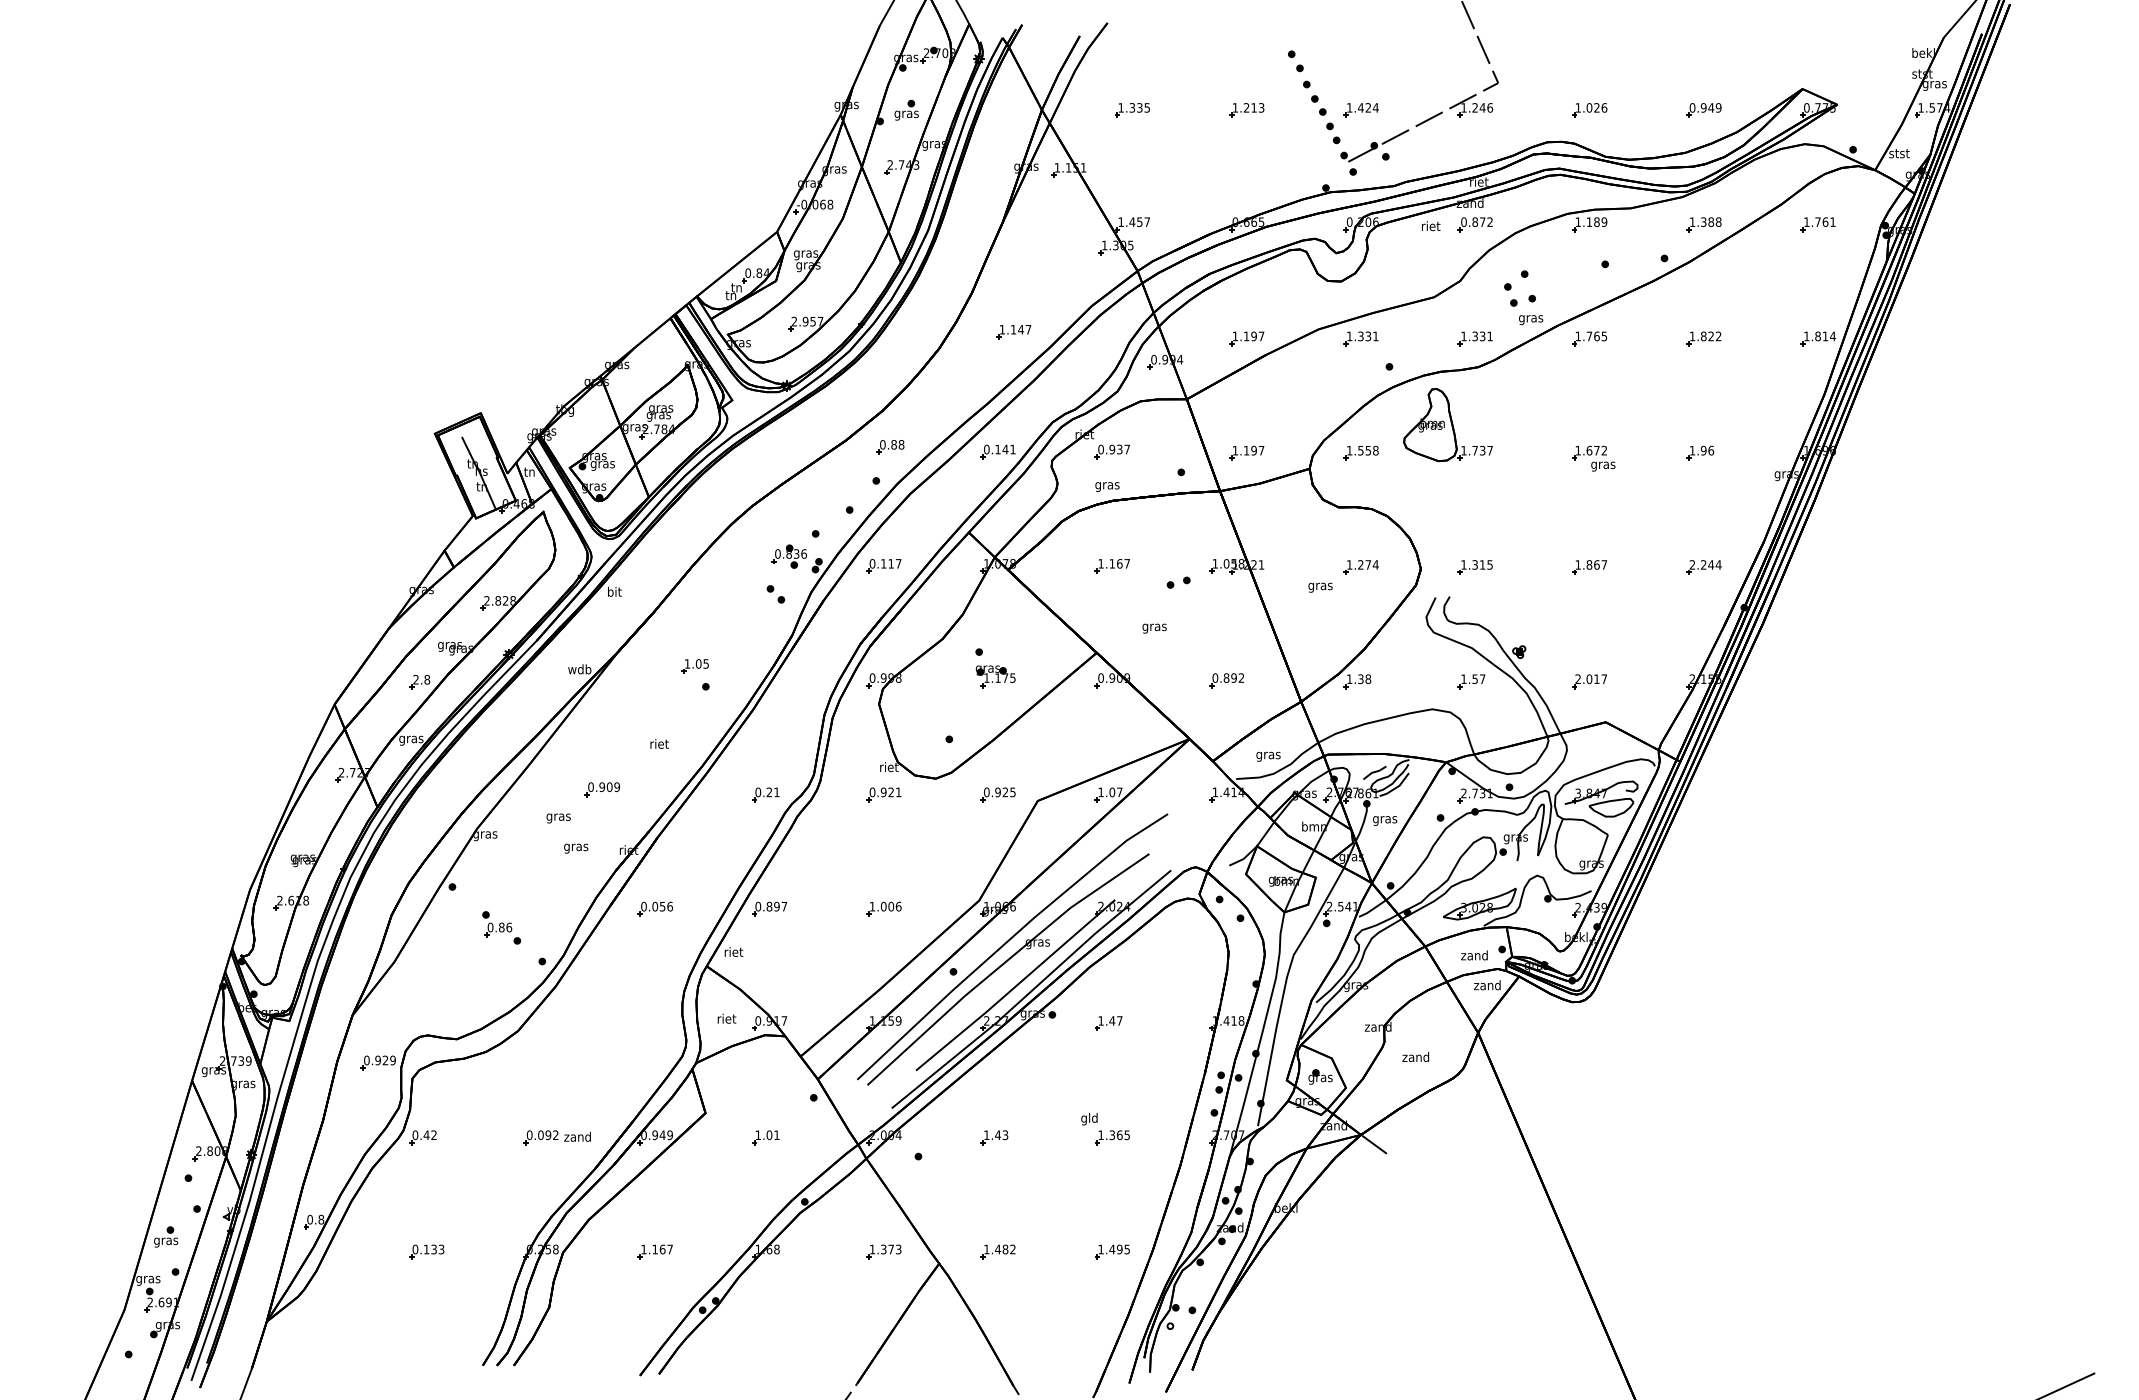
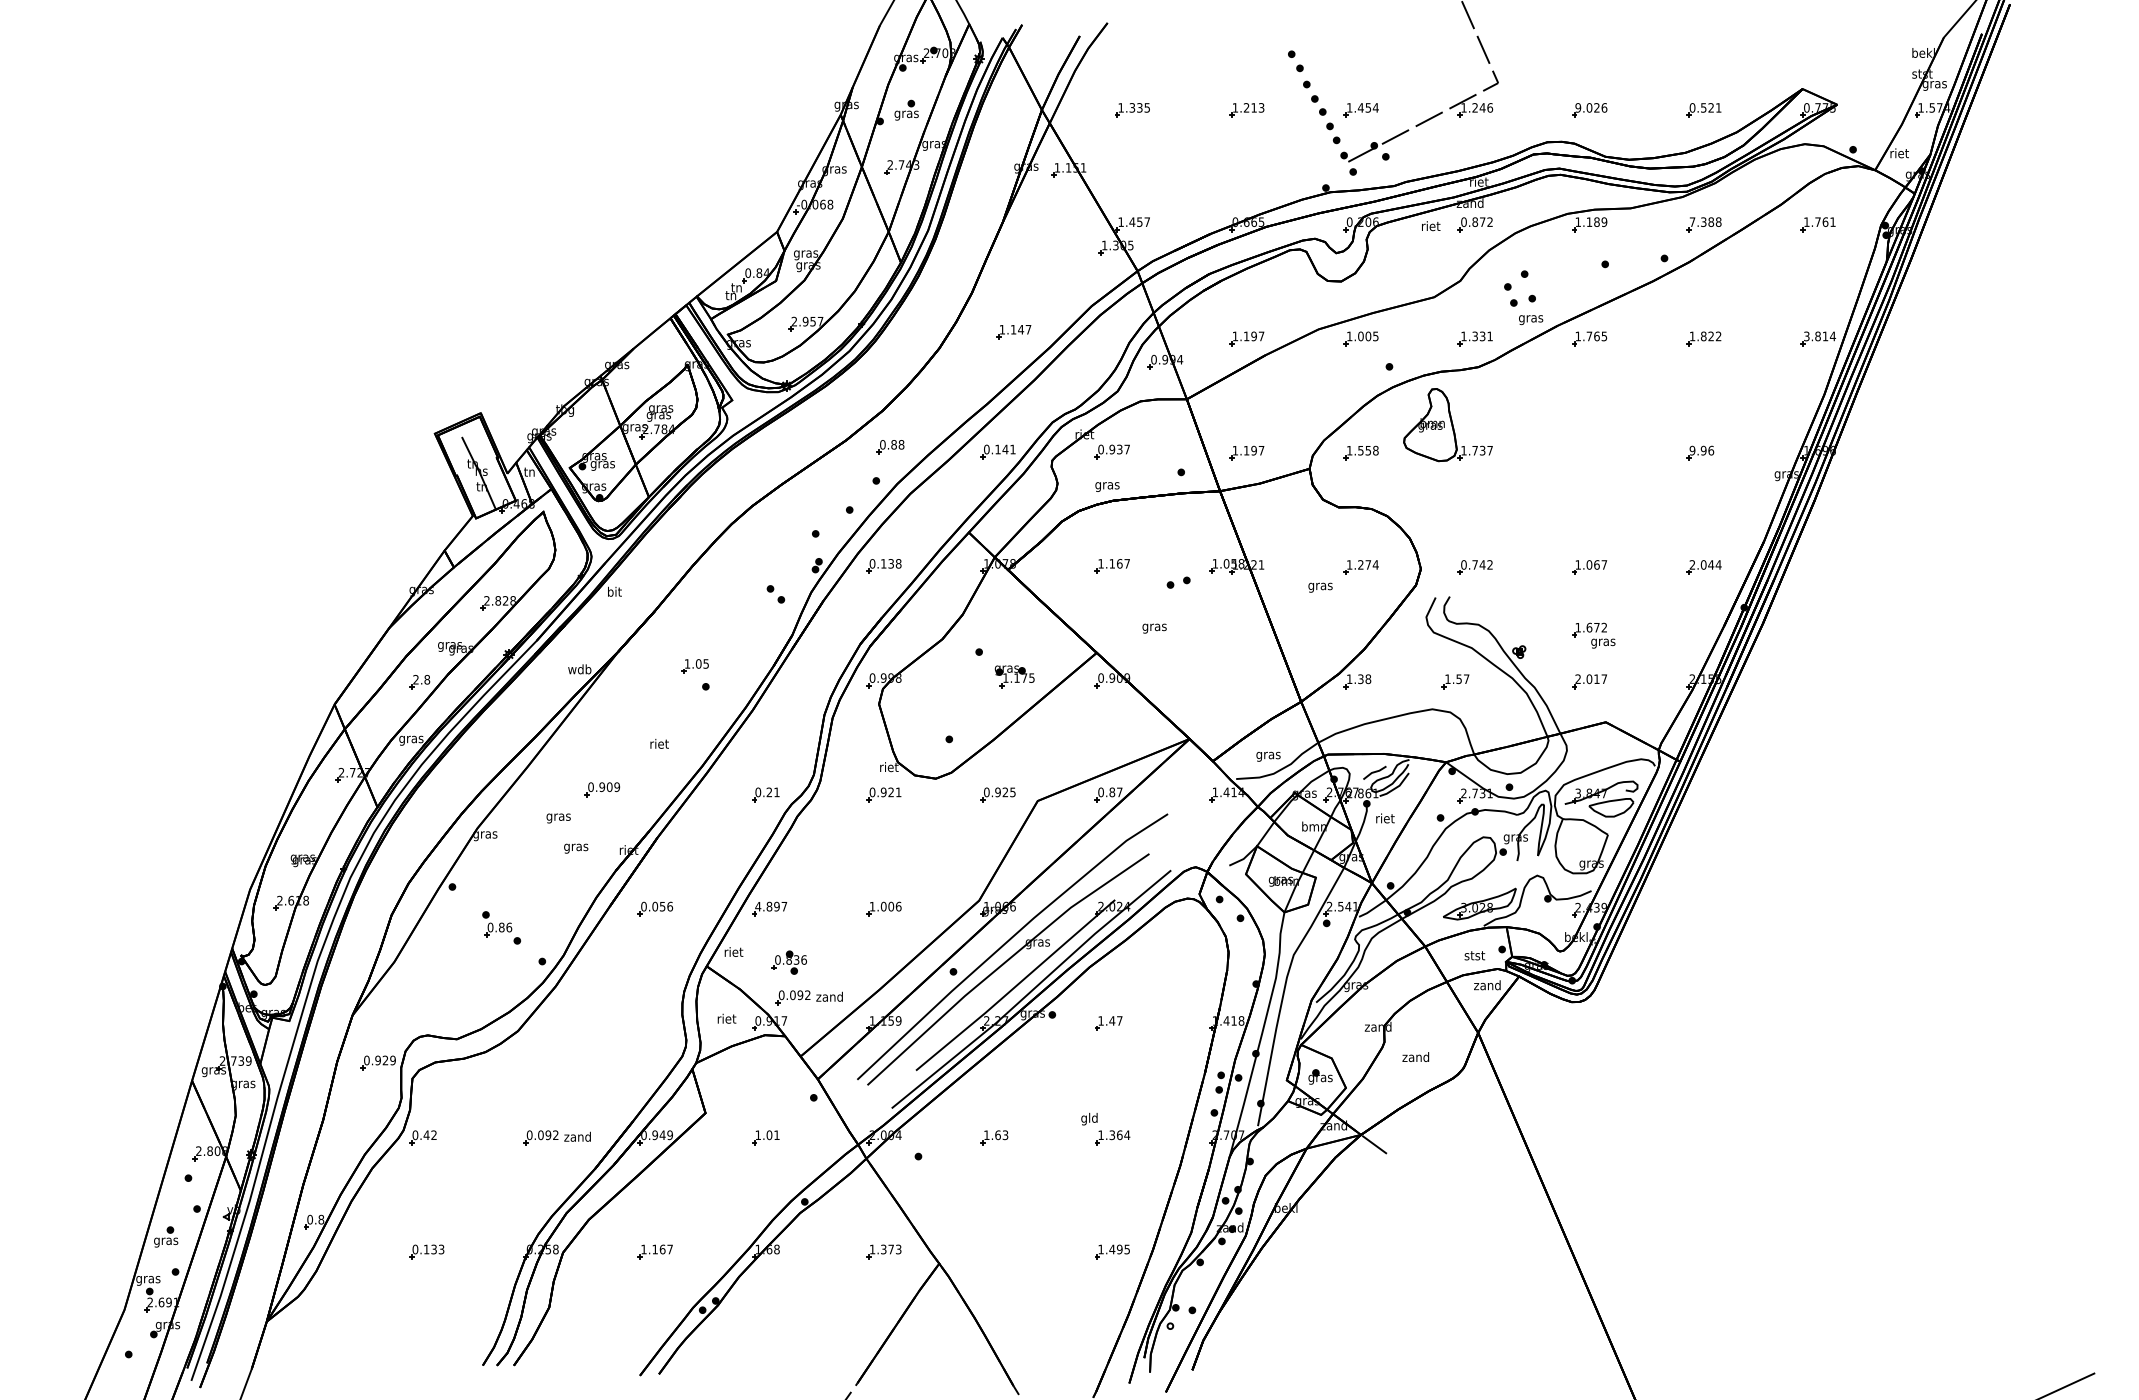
text at (1368, 107): 1.424 -> 1.454
text at (1578, 107): 1.026 -> 9.026
text at (1710, 107): 0.949 -> 0.521
text at (1899, 153): stst -> riet
text at (1692, 221): 1.388 -> 7.388
text at (1368, 336): 1.331 -> 1.005
text at (1806, 336): 1.814 -> 3.814
text at (1692, 450): 1.96 -> 9.96
part at (1593, 458) position: (1593, 458) -> (1593, 635)
part at (788, 556) position: (788, 556) -> (788, 962)
text at (894, 563): 0.117 -> 0.138
text at (1476, 564): 1.315 -> 0.742
text at (1589, 564): 1.867 -> 1.067
text at (1703, 564): 2.244 -> 2.044
part at (995, 676) position: (995, 676) -> (1014, 676)
part at (1226, 680): present -> none
part at (1471, 681) position: (1471, 681) -> (1455, 681)
text at (1106, 792): 1.07 -> 0.87
text at (1385, 819): gras -> riet
text at (758, 906): 0.897 -> 4.897
text at (1474, 955): zand -> stst
part at (808, 997): none -> present
text at (998, 1135): 1.43 -> 1.63
text at (1127, 1135): 1.365 -> 1.364
part at (997, 1251): present -> none
